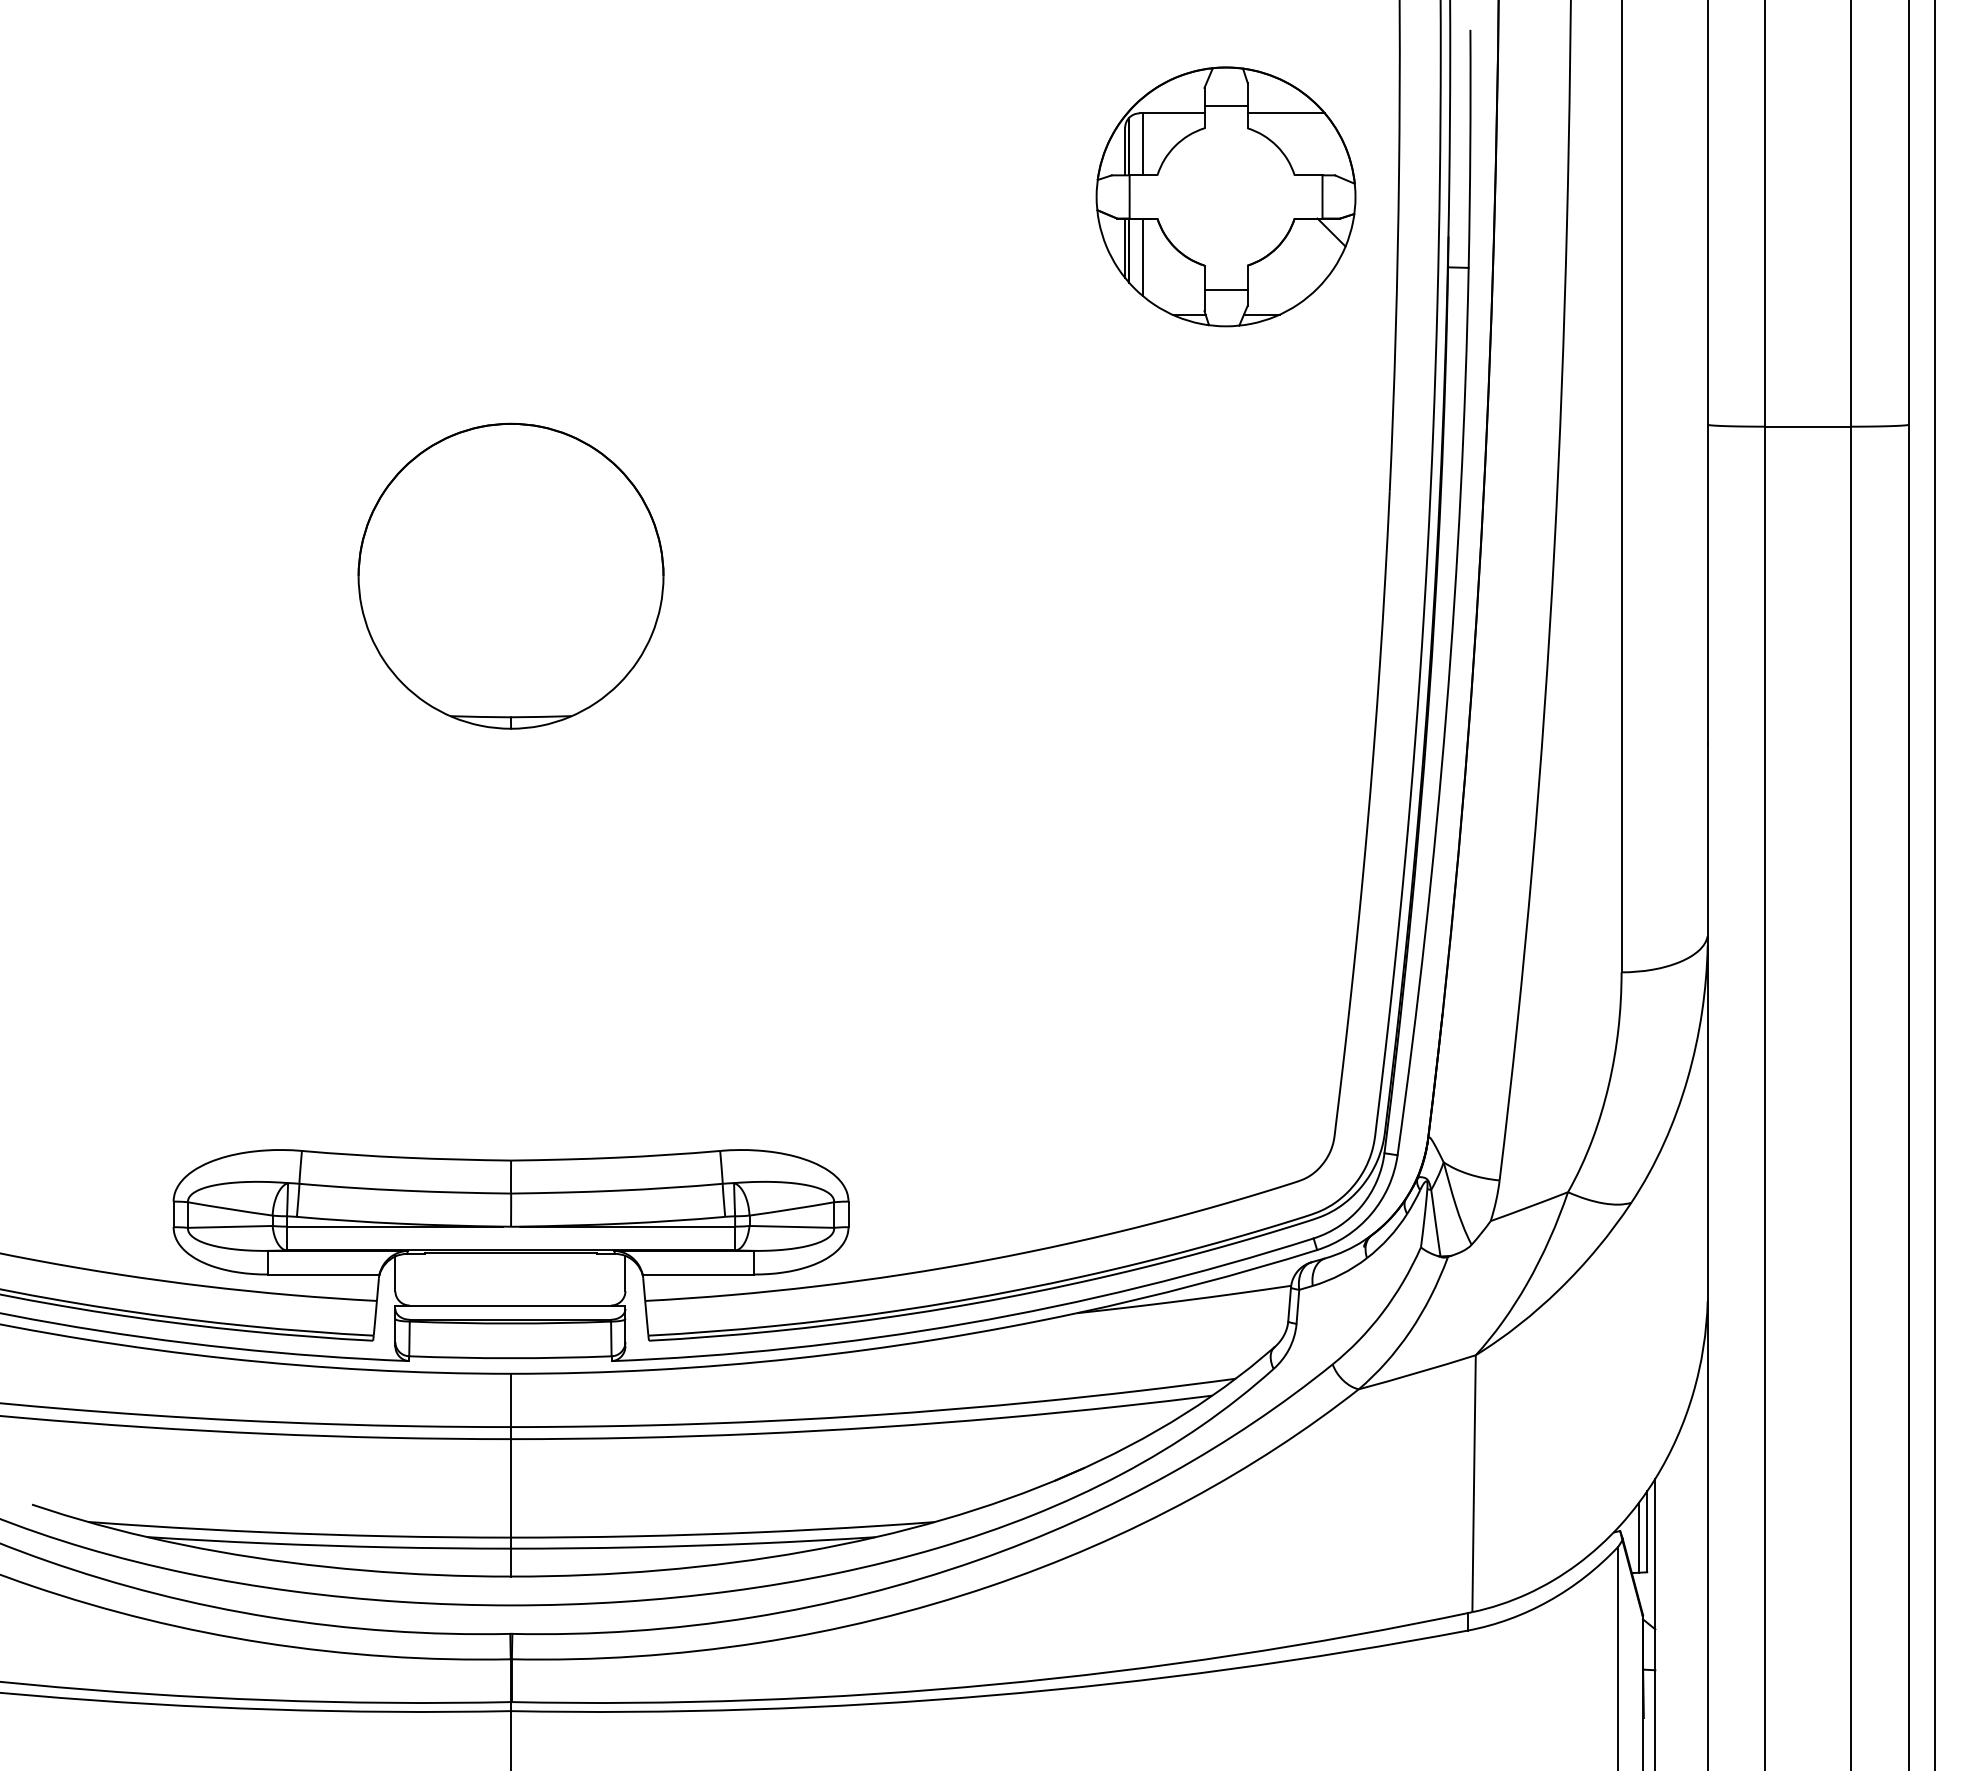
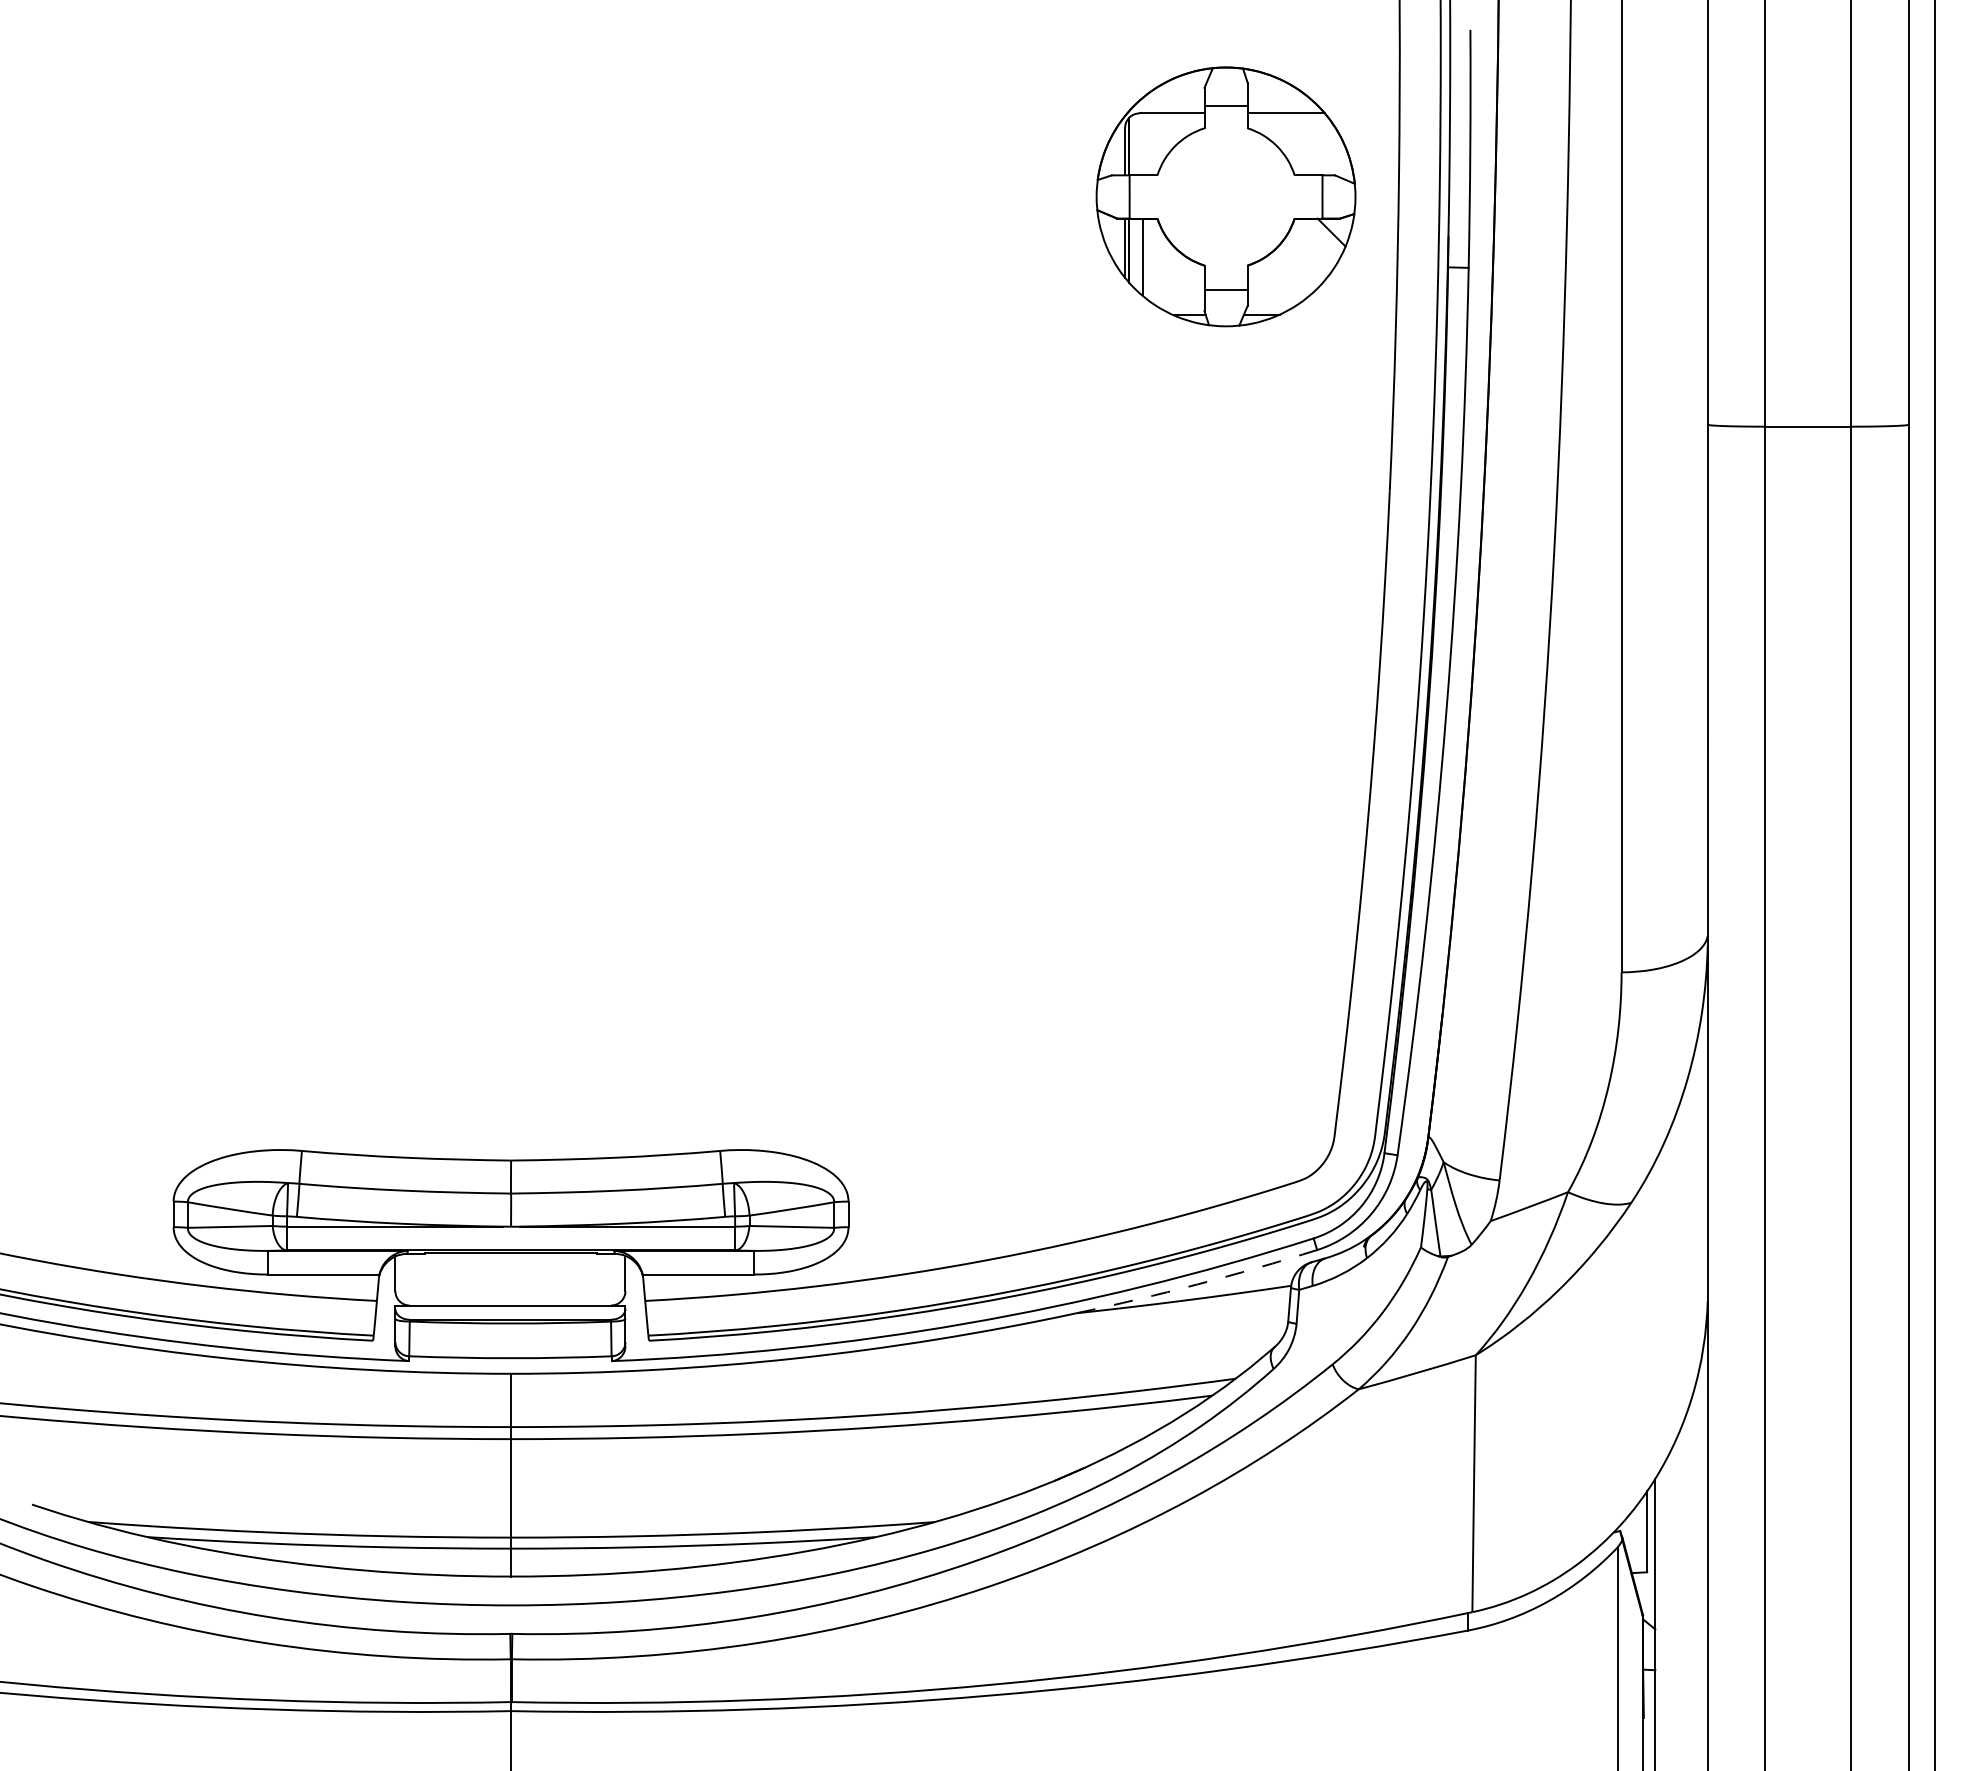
line at (1143, 144): present -> none
part at (510, 575): present -> none
arc at (1197, 1284): solid -> dashed
line at (1638, 1537): present -> none
